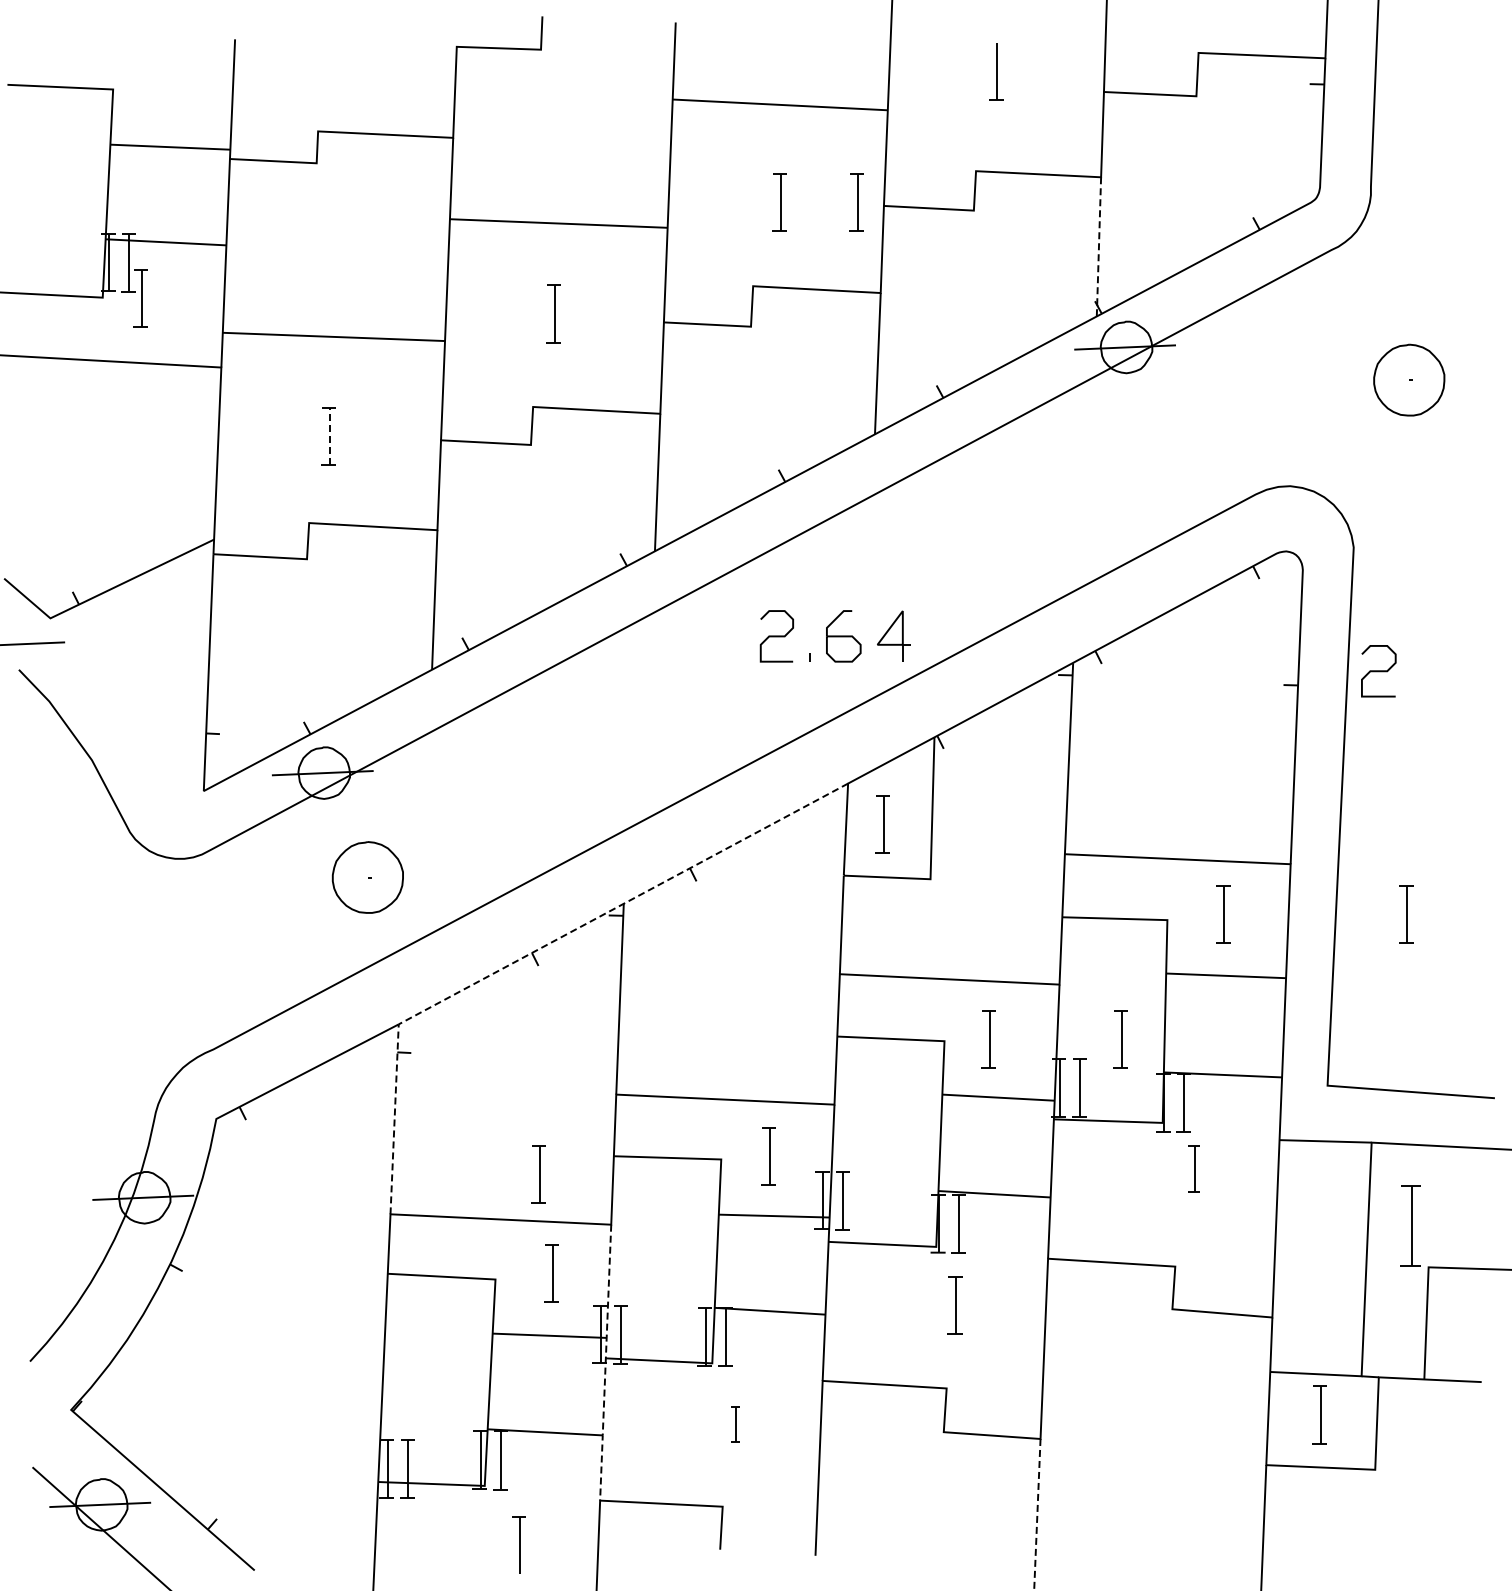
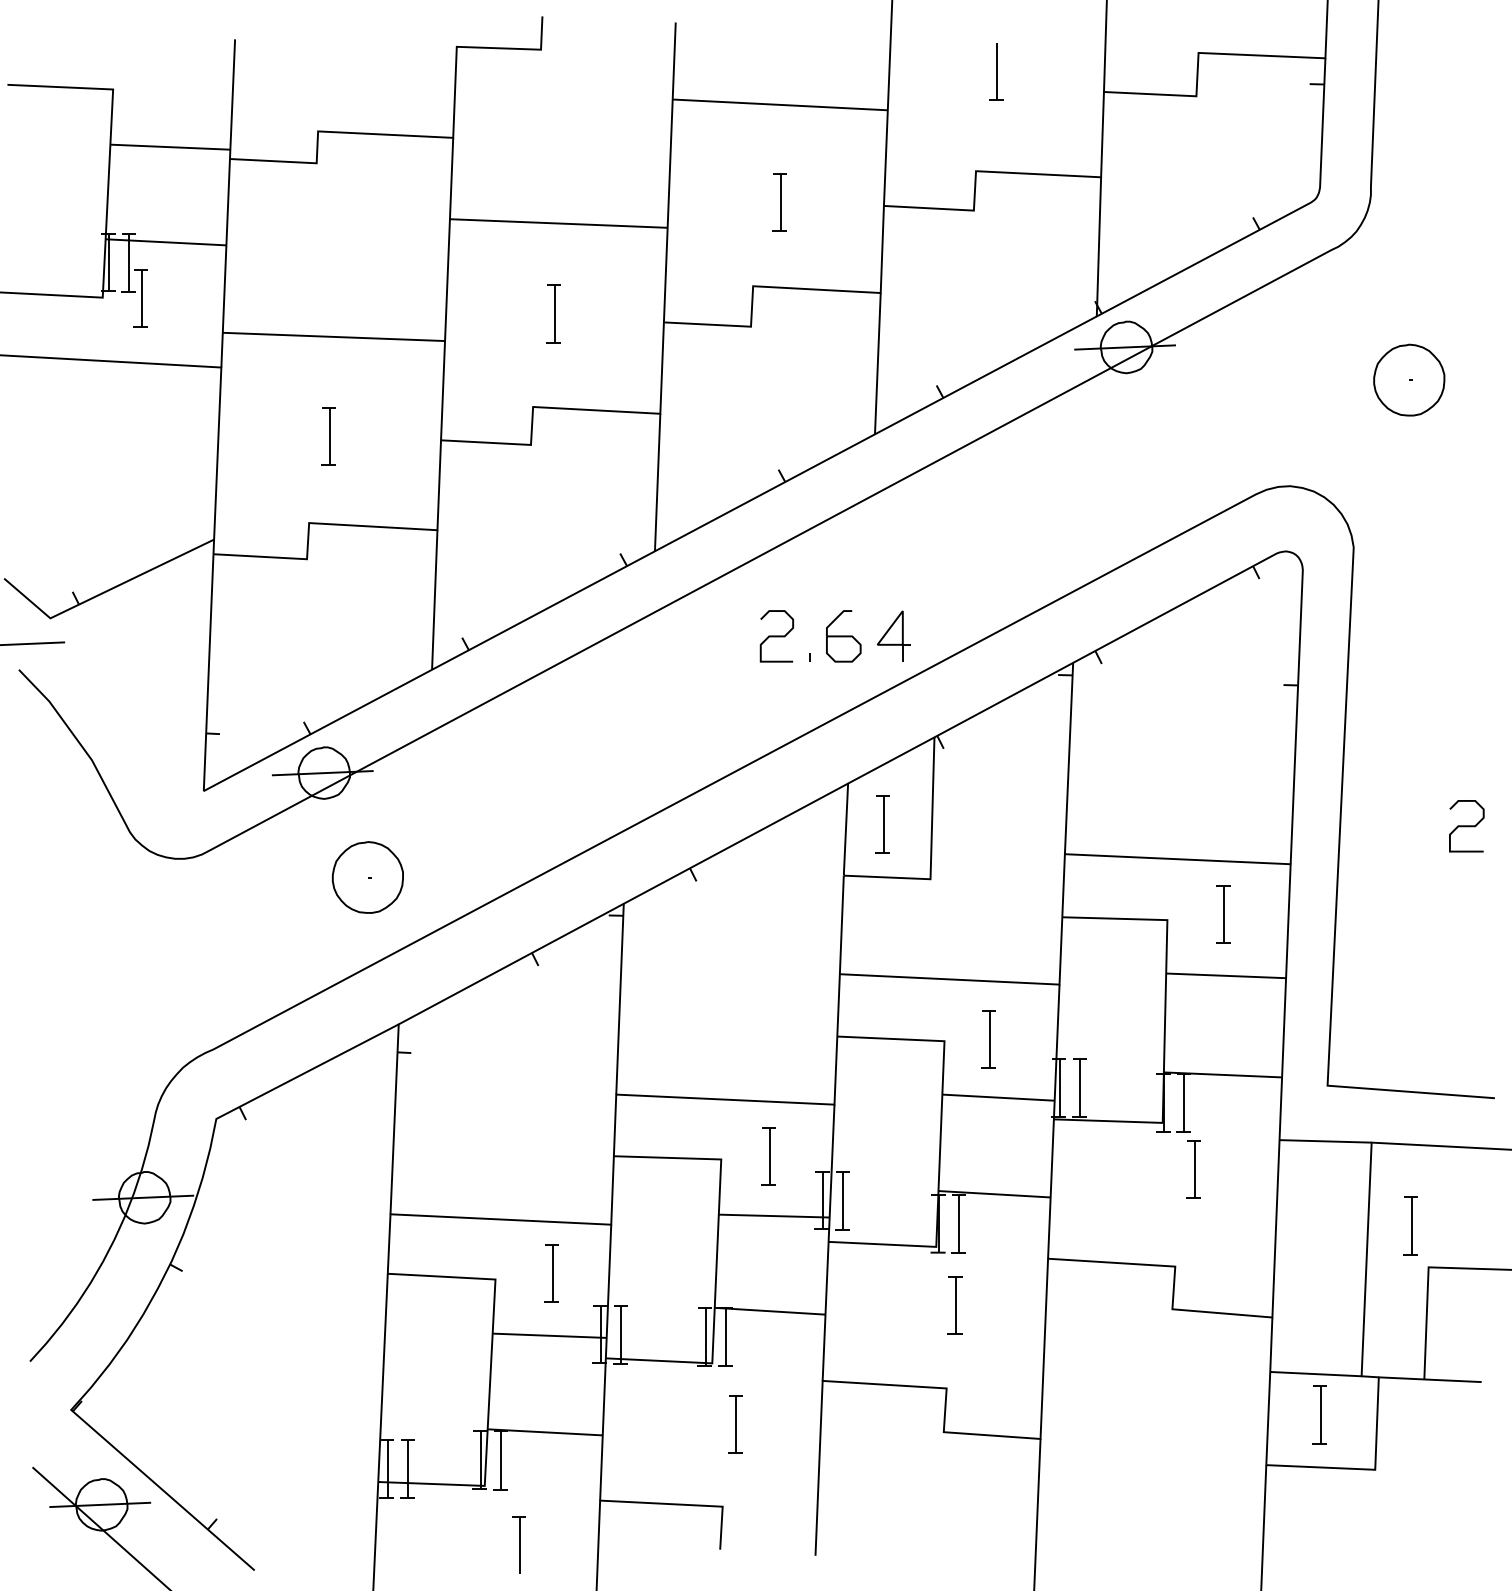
part at (856, 202): present -> none
line at (1098, 248): dashed -> solid
line at (329, 436): dashed -> solid
curve at (1378, 671) position: (1378, 671) -> (1466, 826)
part at (1406, 914): present -> none
line at (537, 949): dashed -> solid
part at (1120, 1039): present -> none
part at (1193, 1168) size: 12x48 px -> 15x59 px
part at (538, 1174): present -> none
part at (1410, 1225) size: 21x82 px -> 15x60 px
line at (605, 1363): dashed -> solid
part at (735, 1424) size: 9x37 px -> 15x59 px
line at (1037, 1514): dashed -> solid
